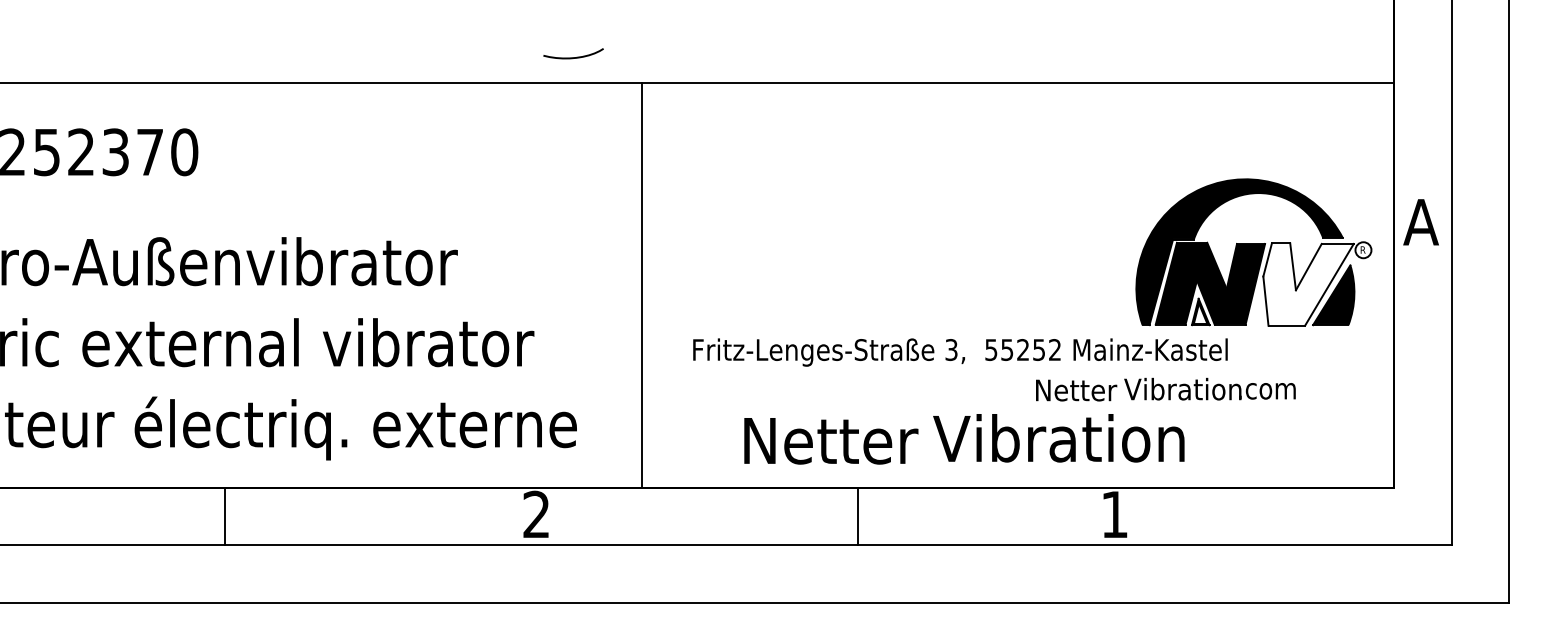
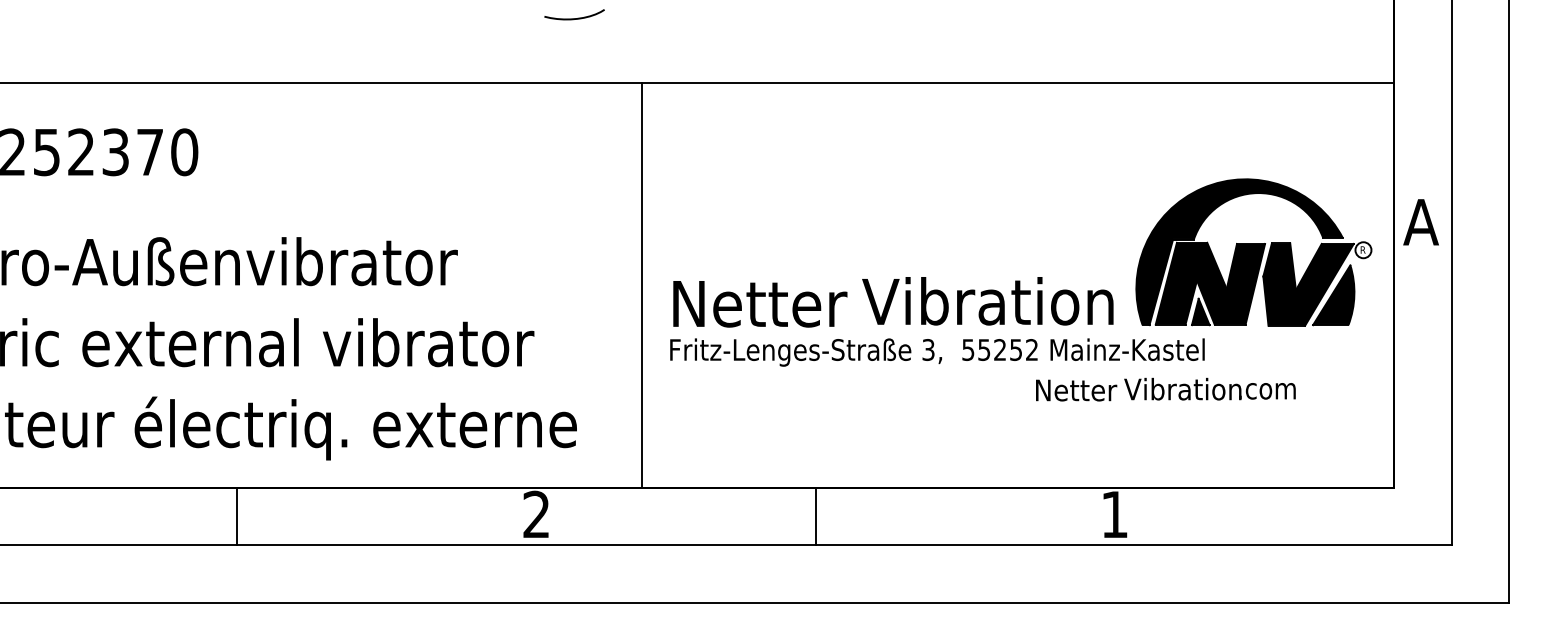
curve at (573, 57) position: (573, 57) -> (574, 18)
fill at (1308, 284): none -> present
fill at (1200, 313): none -> present
text at (960, 352) position: (960, 352) -> (937, 352)
text at (964, 439) position: (964, 439) -> (893, 302)
line at (225, 516) position: (225, 516) -> (237, 516)
line at (857, 516) position: (857, 516) -> (815, 516)
